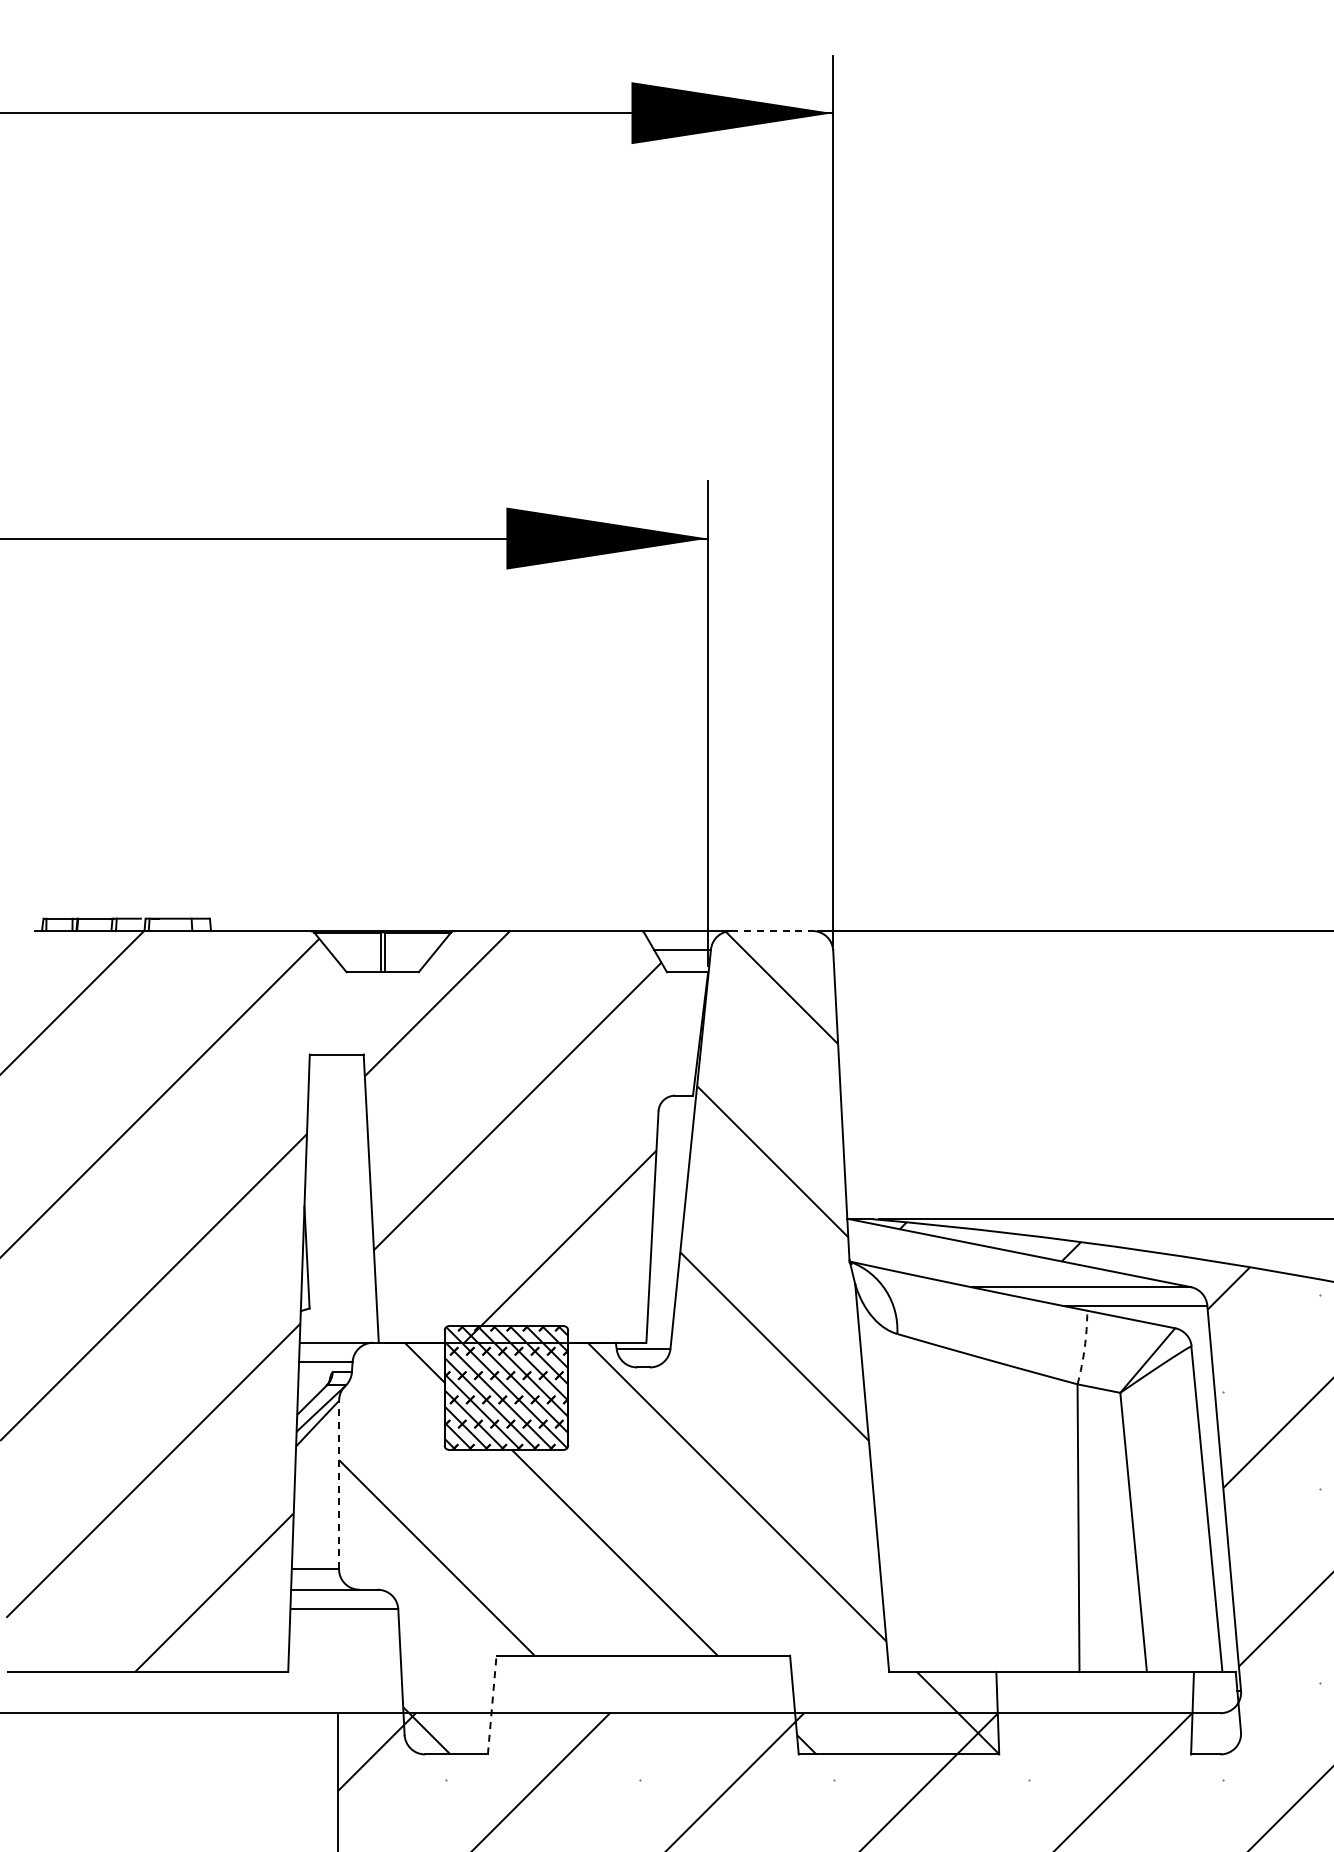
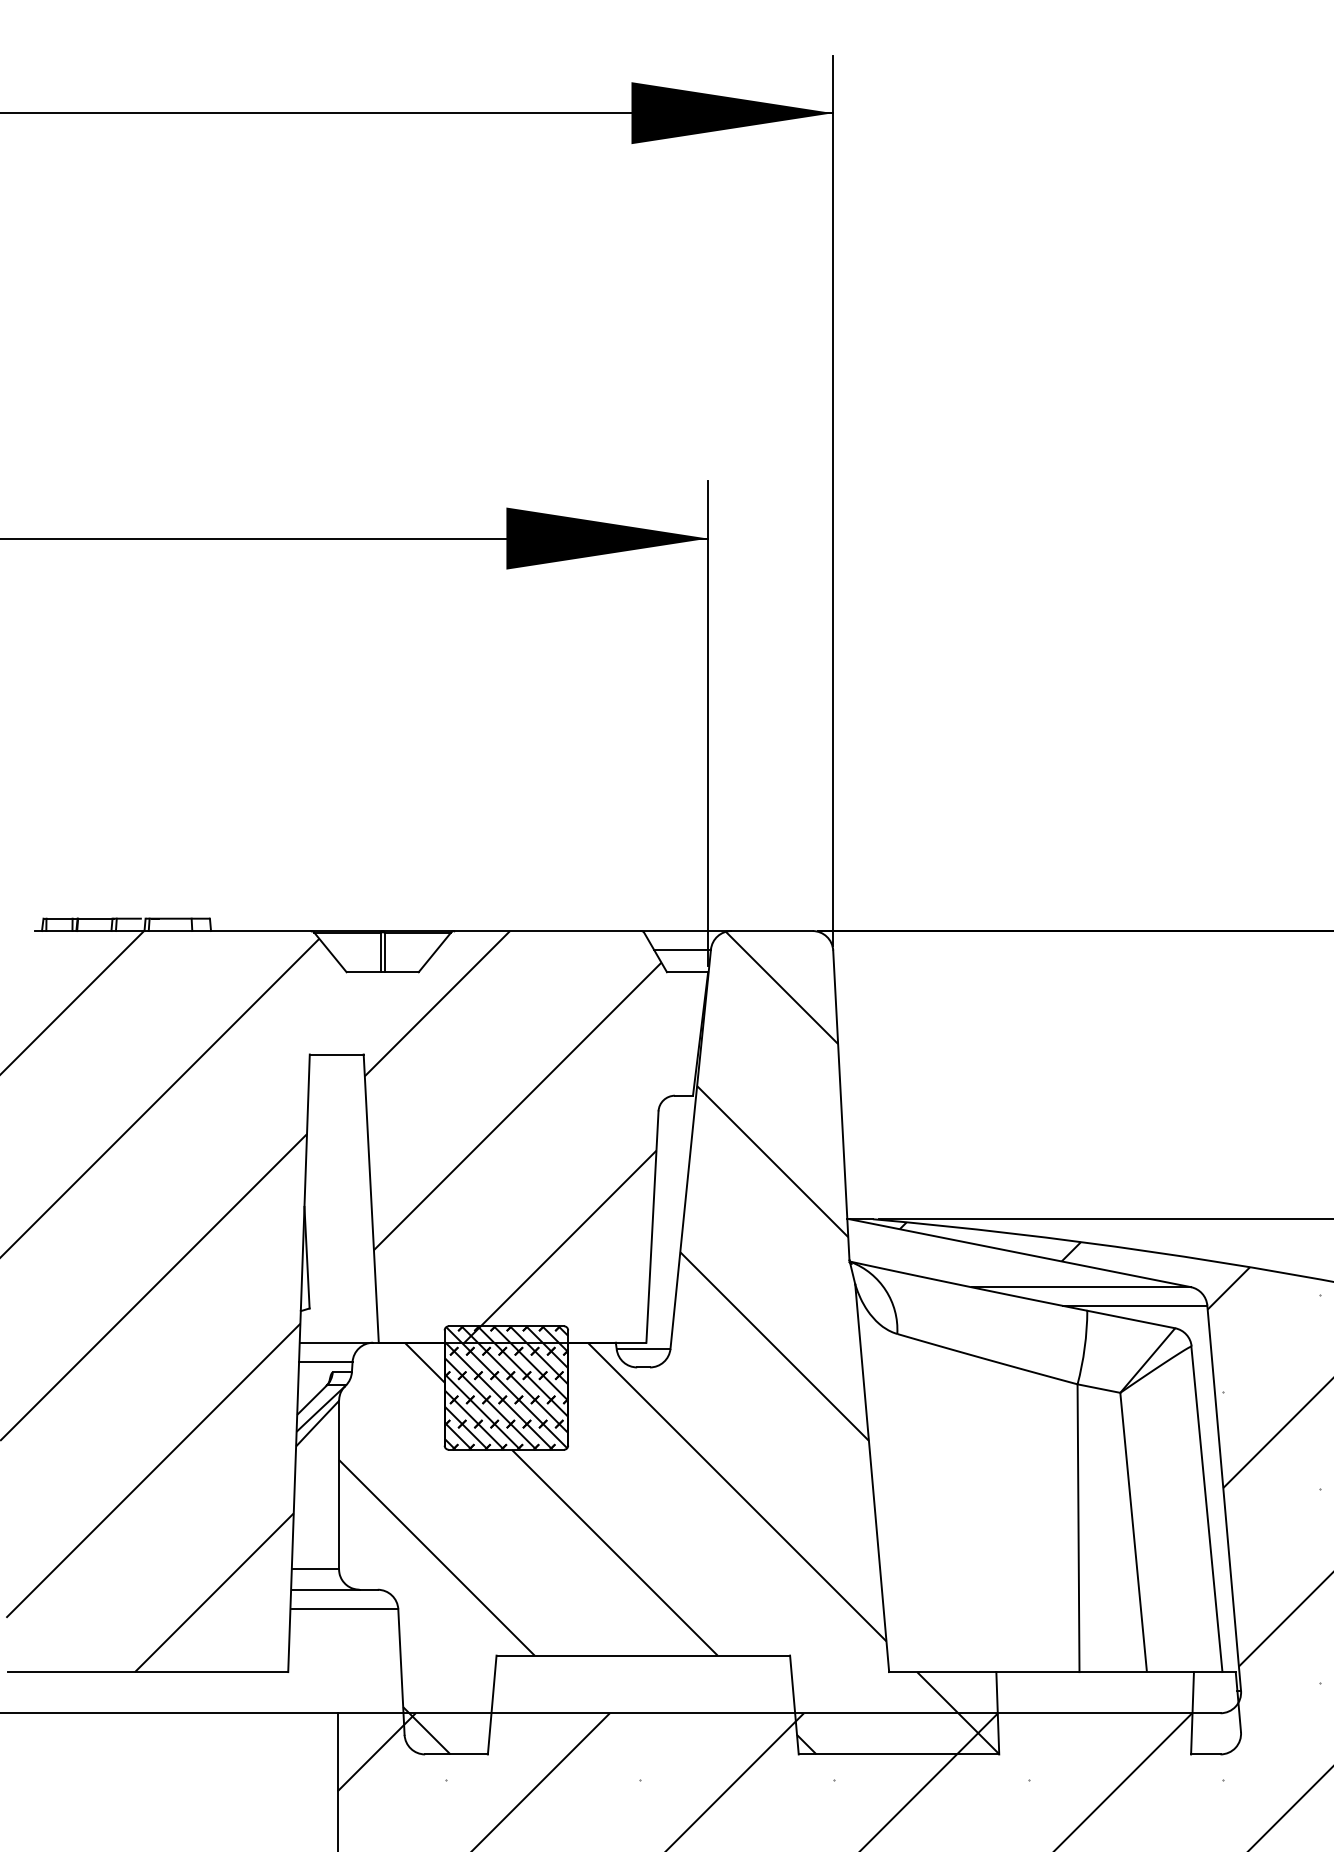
line at (772, 931): dashed -> solid
arc at (1084, 1347): dashed -> solid
line at (339, 1484): dashed -> solid
line at (492, 1705): dashed -> solid
